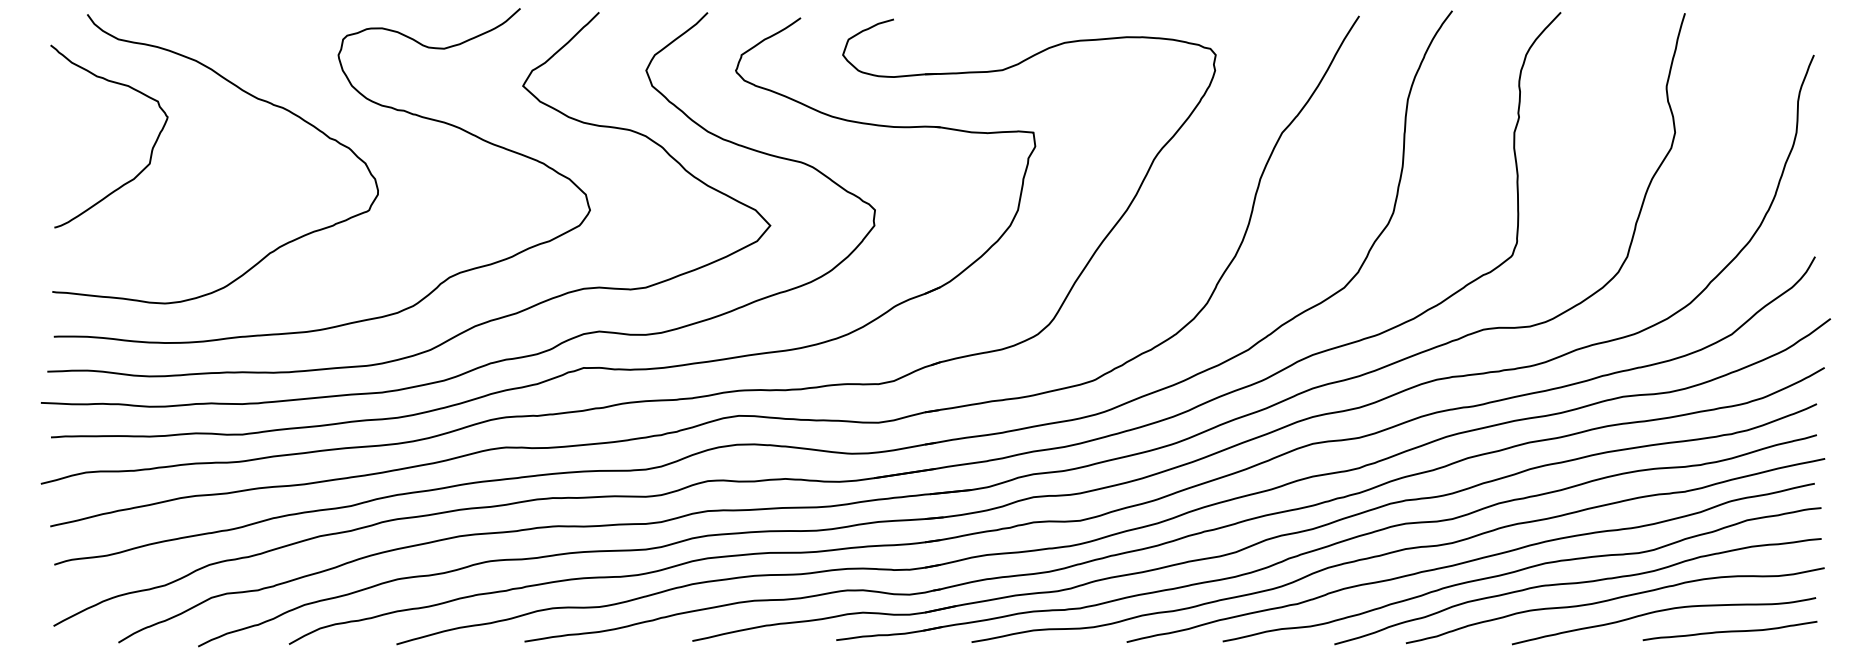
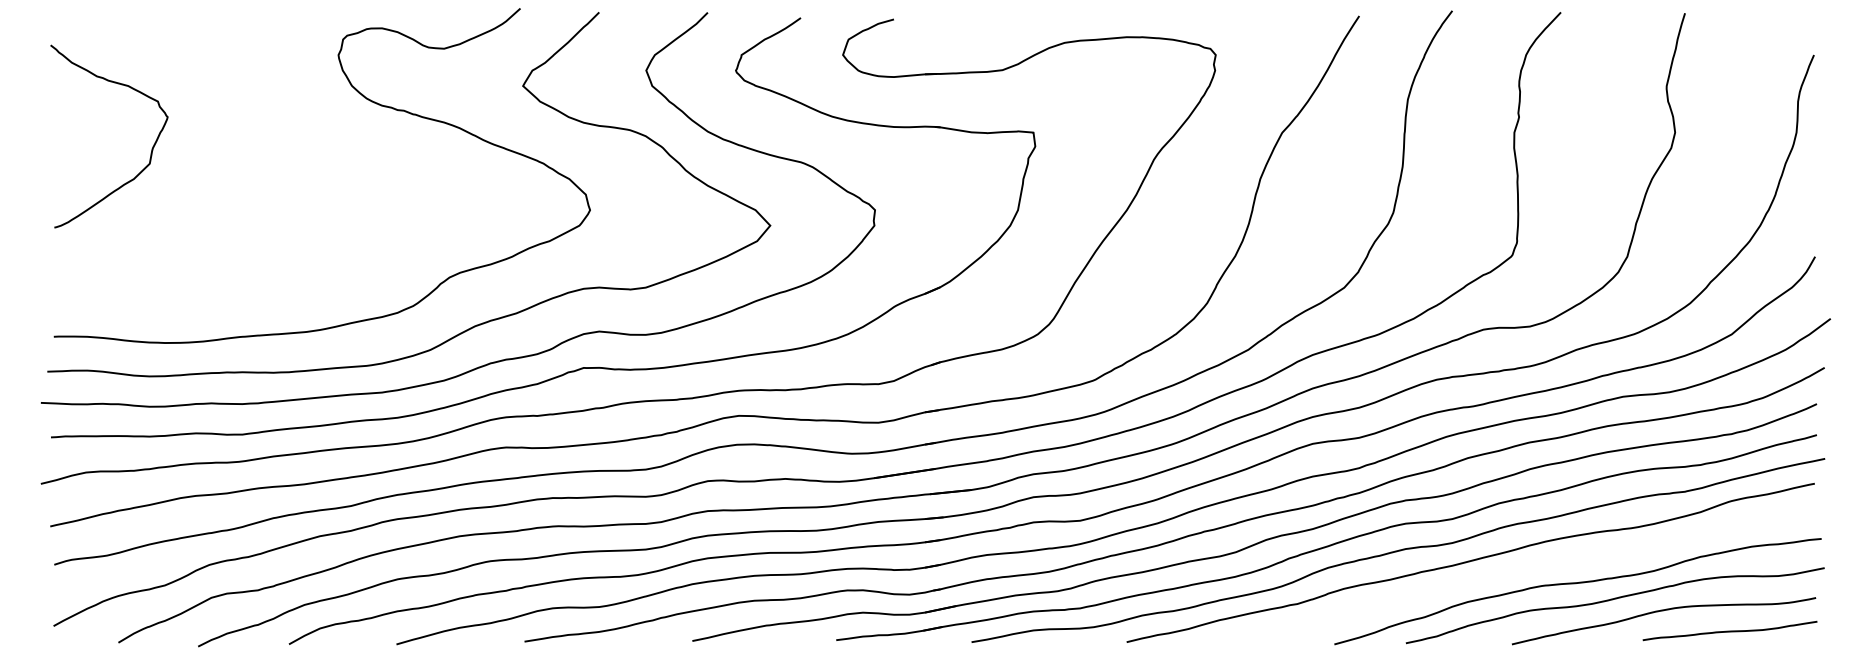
curve at (247, 94): present -> none
curve at (1519, 571): present -> none
